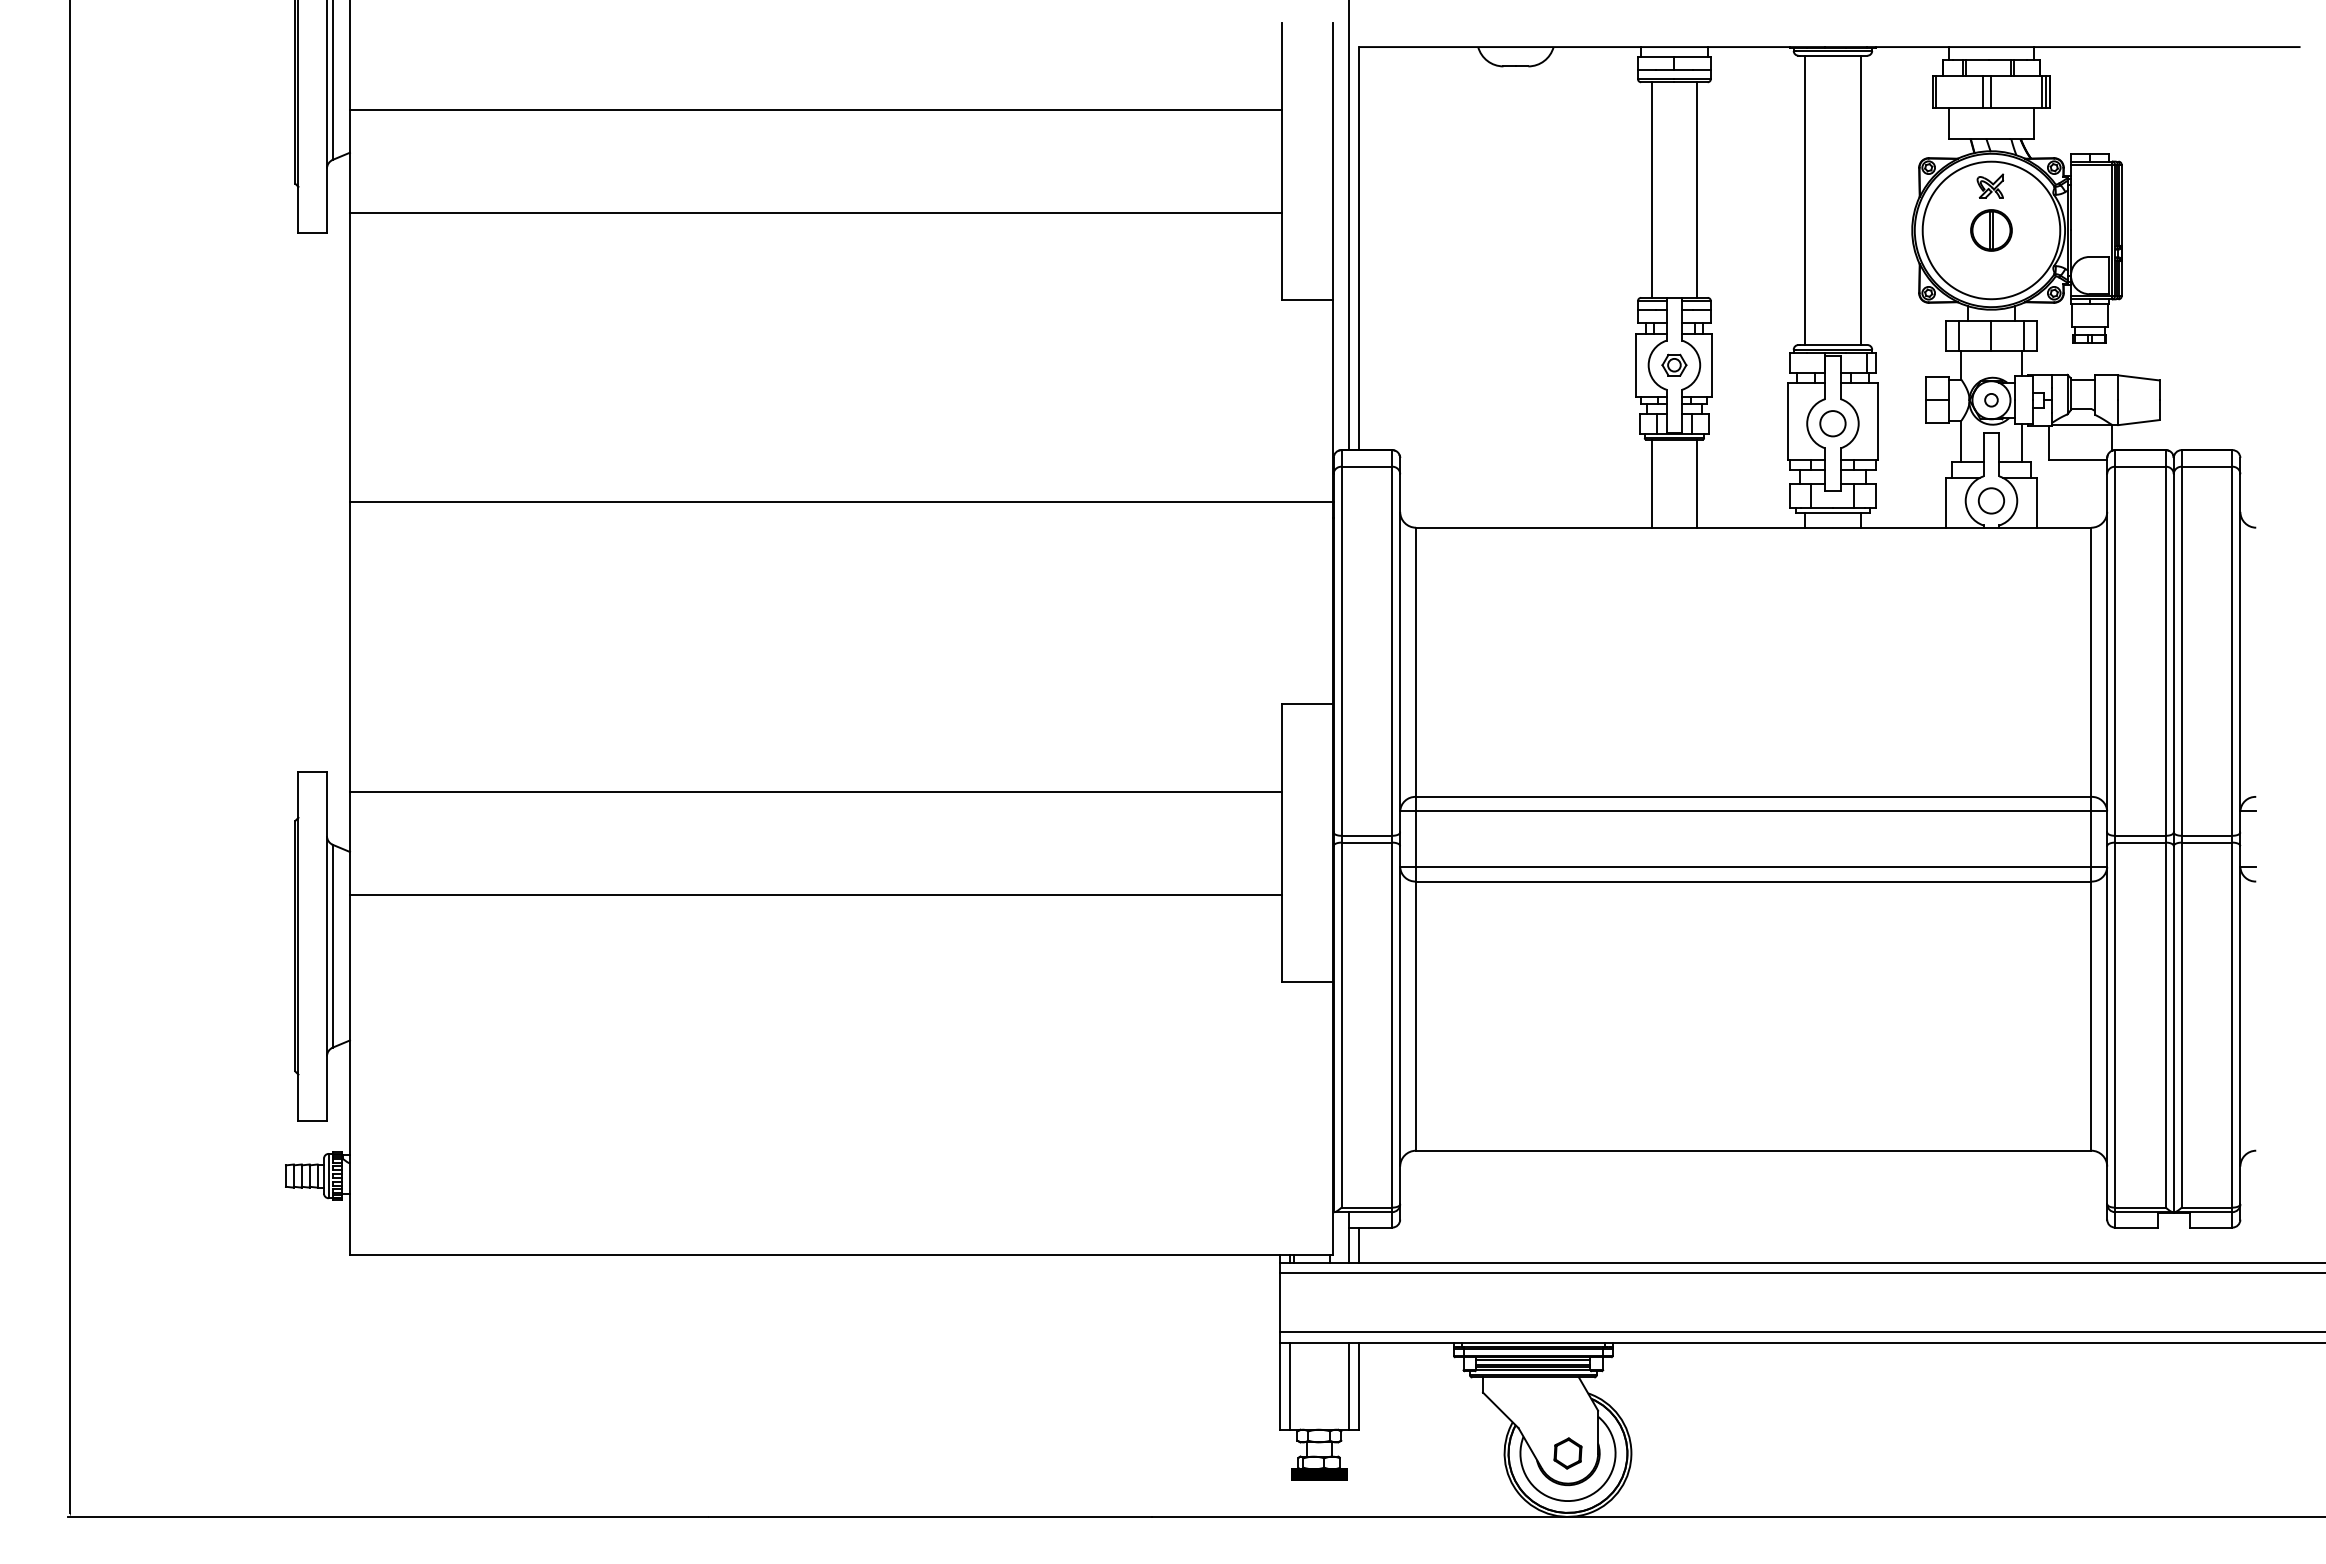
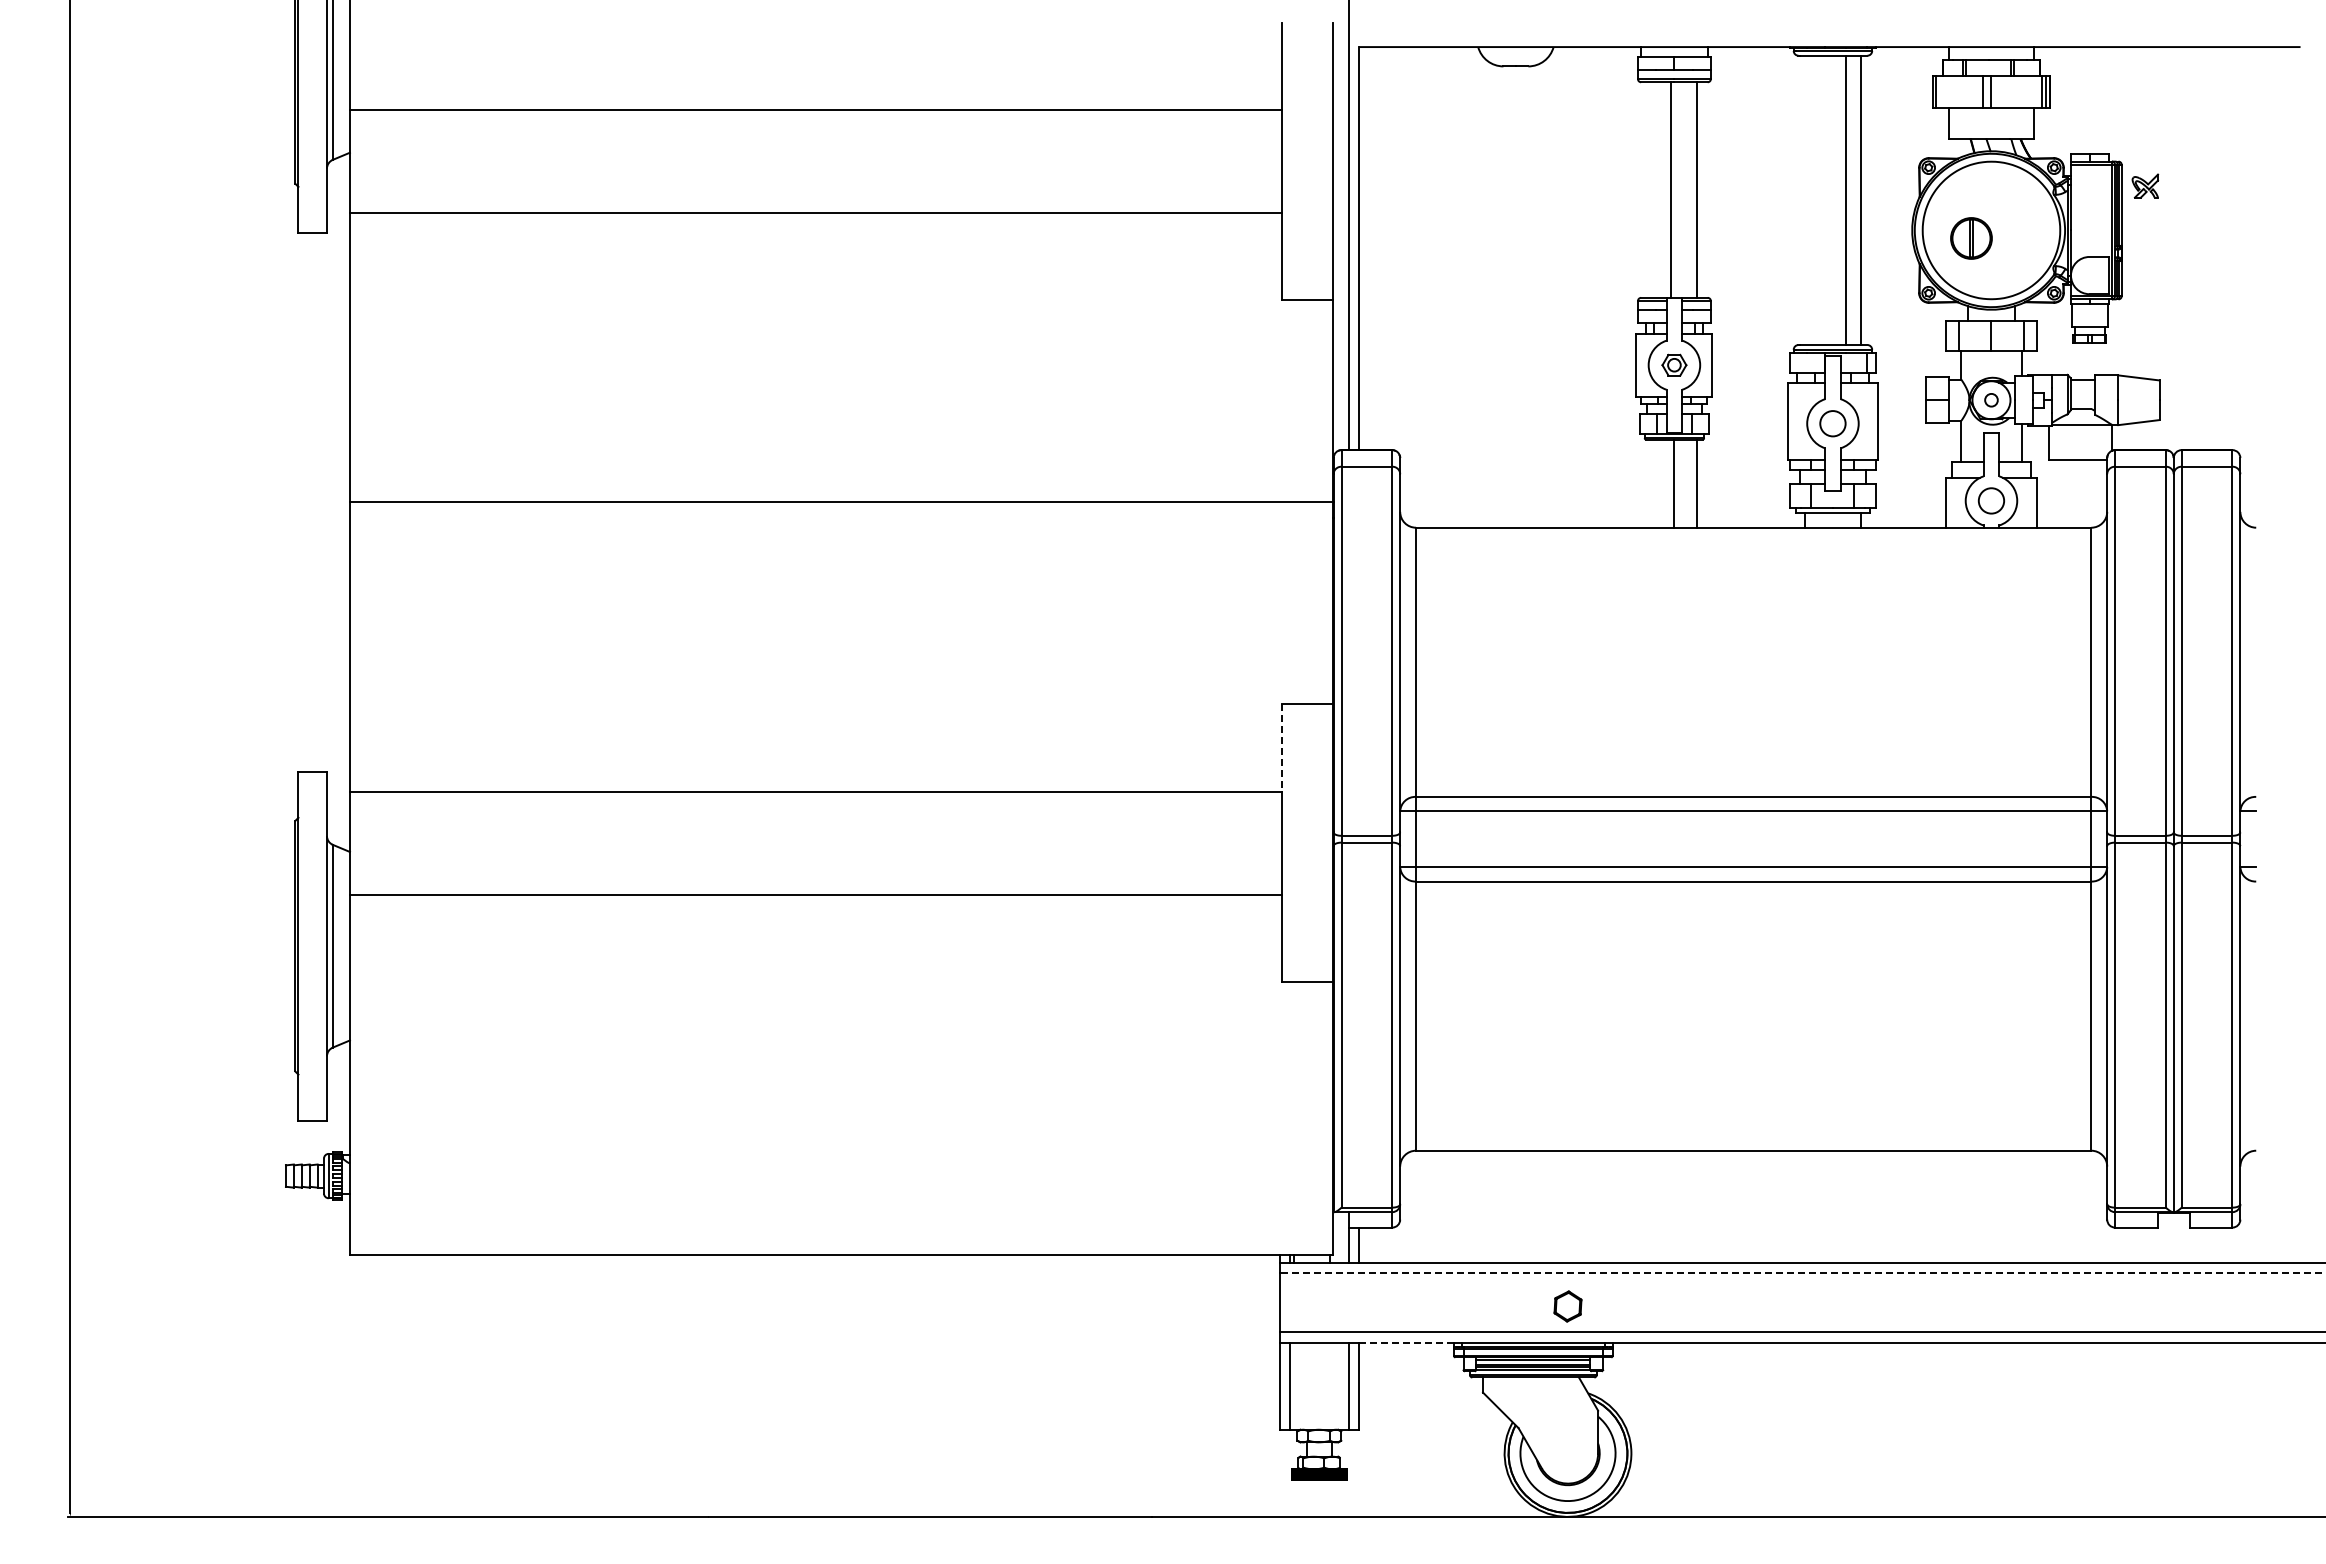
part at (1990, 185) position: (1990, 185) -> (2145, 185)
line at (1652, 189) position: (1652, 189) -> (1671, 189)
line at (1805, 200) position: (1805, 200) -> (1846, 200)
part at (1991, 230) position: (1991, 230) -> (1971, 238)
line at (1652, 483) position: (1652, 483) -> (1674, 483)
line at (1282, 747): solid -> dashed
line at (1802, 1273): solid -> dashed
line at (1406, 1342): solid -> dashed
part at (1567, 1453) position: (1567, 1453) -> (1567, 1306)
